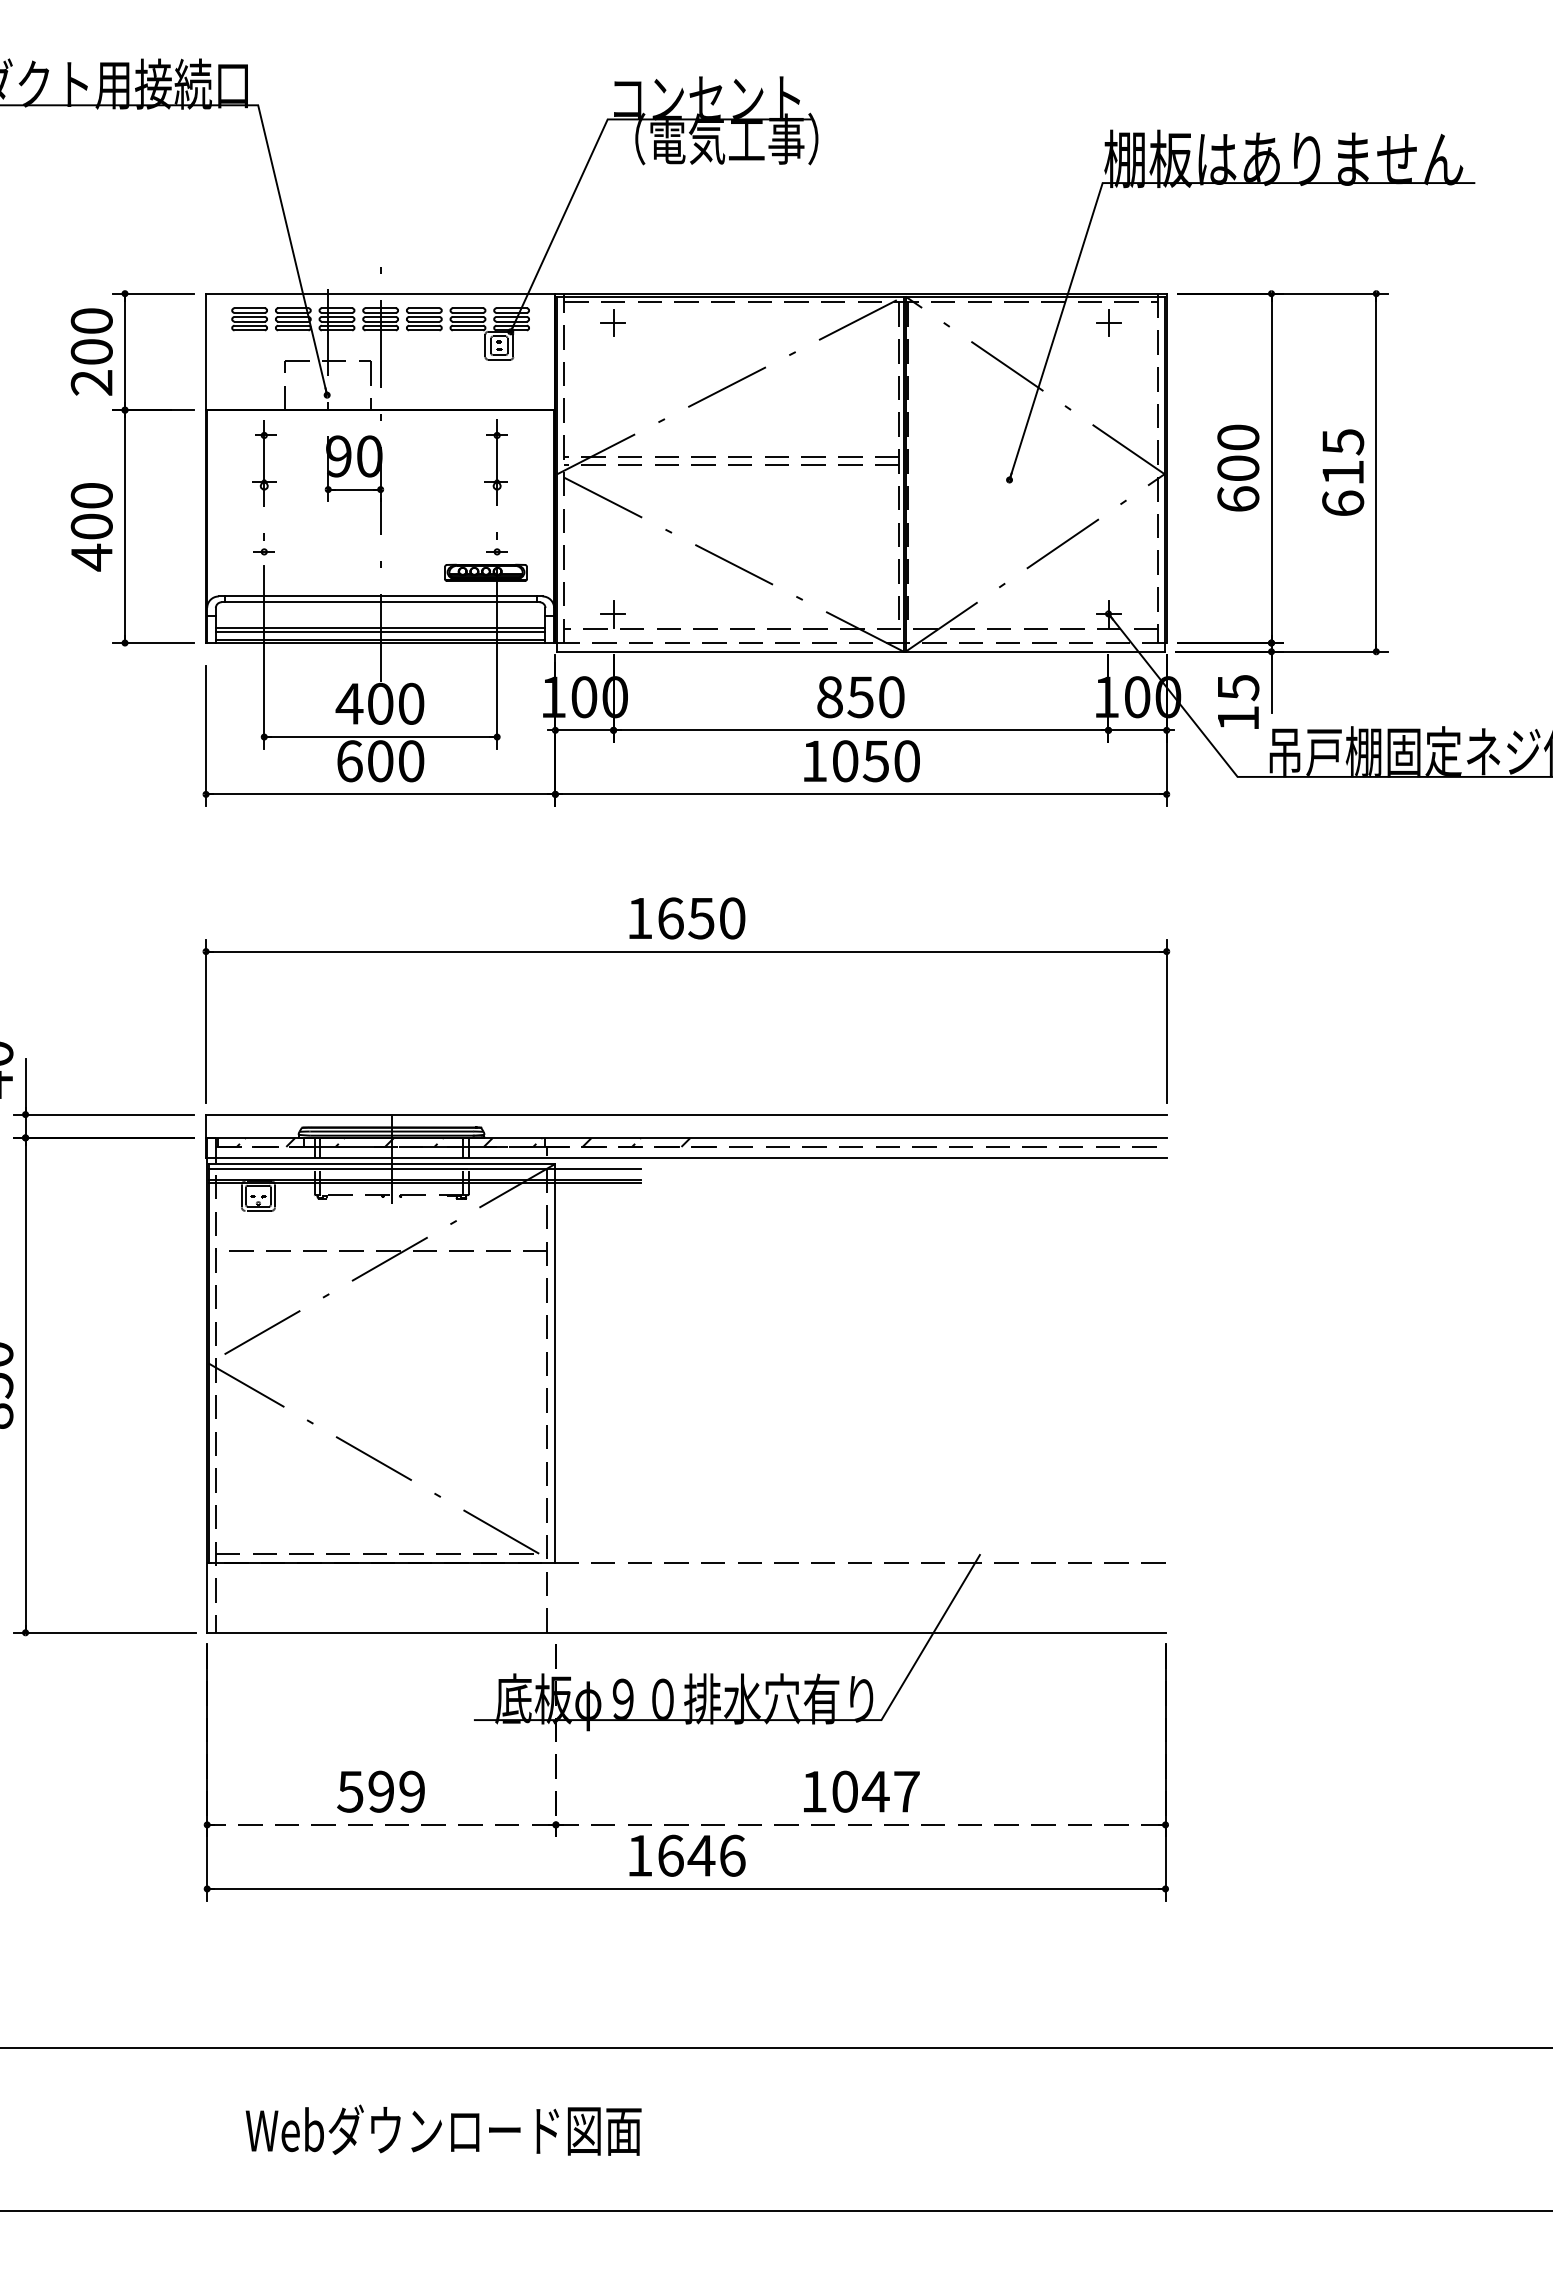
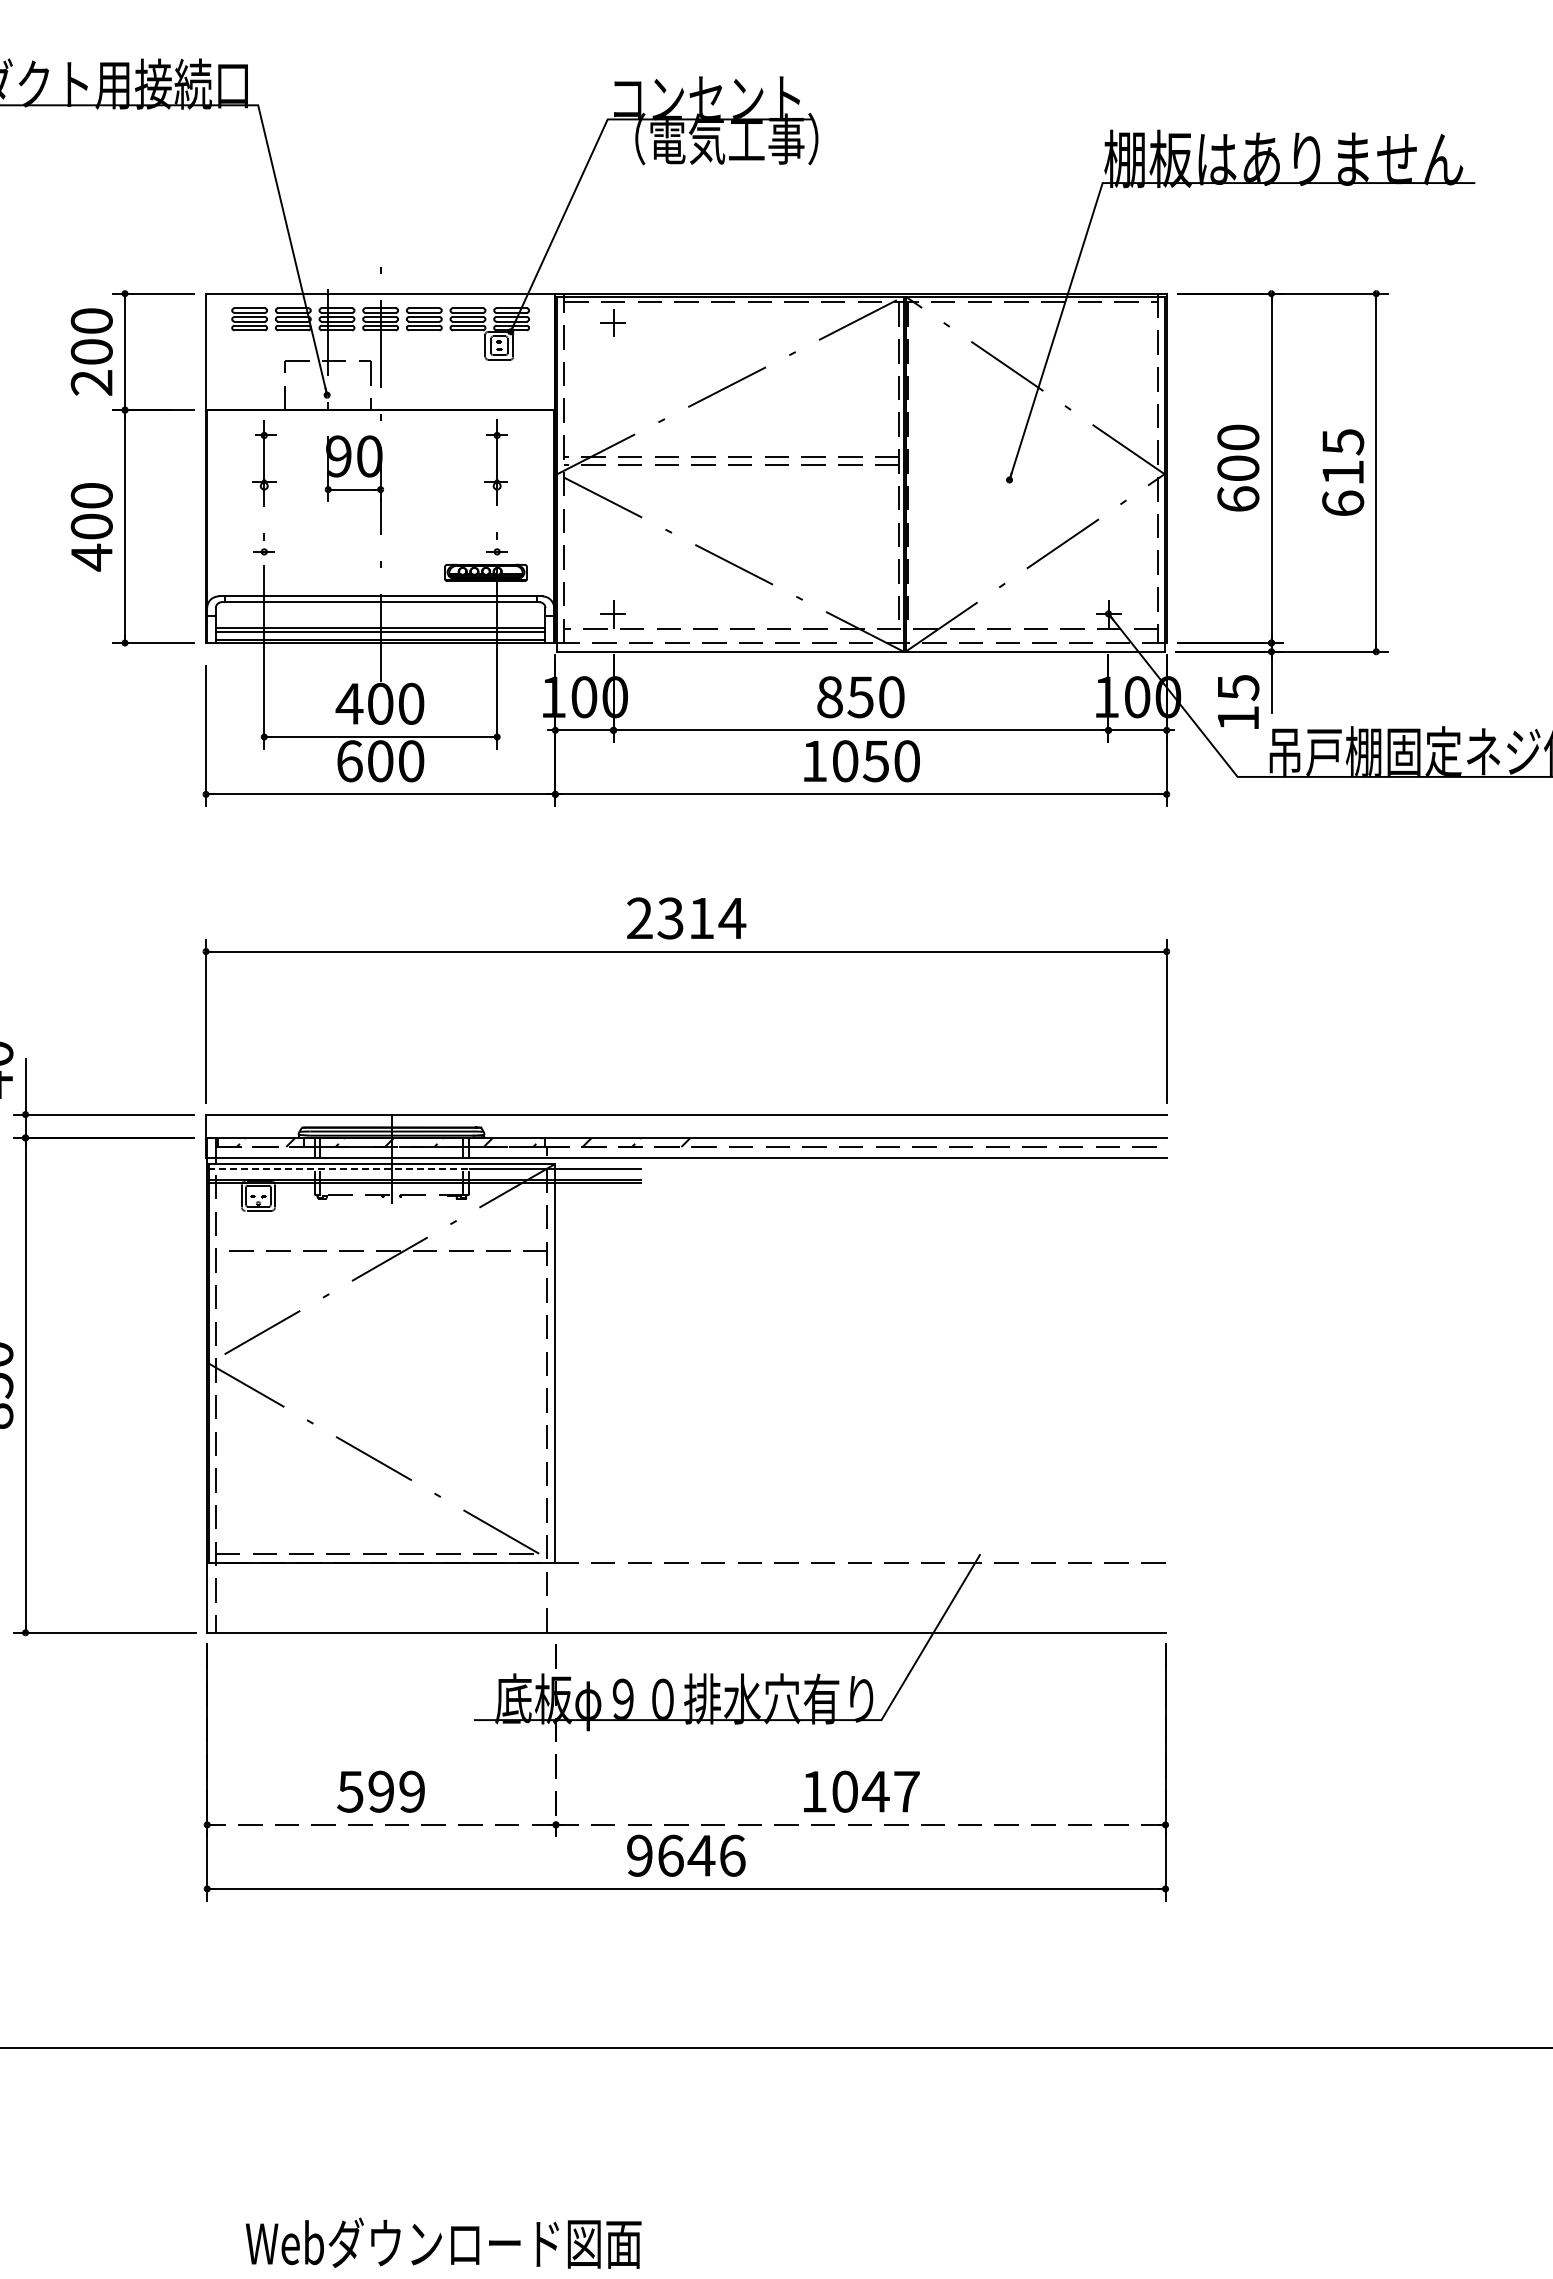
part at (1108, 322): present -> none
text at (686, 918): 1650 -> 2314
line at (338, 1168): solid -> dashed
text at (639, 1855): 1646 -> 9646
text at (443, 2129) position: (443, 2129) -> (443, 2242)
line at (775, 2210): present -> none
